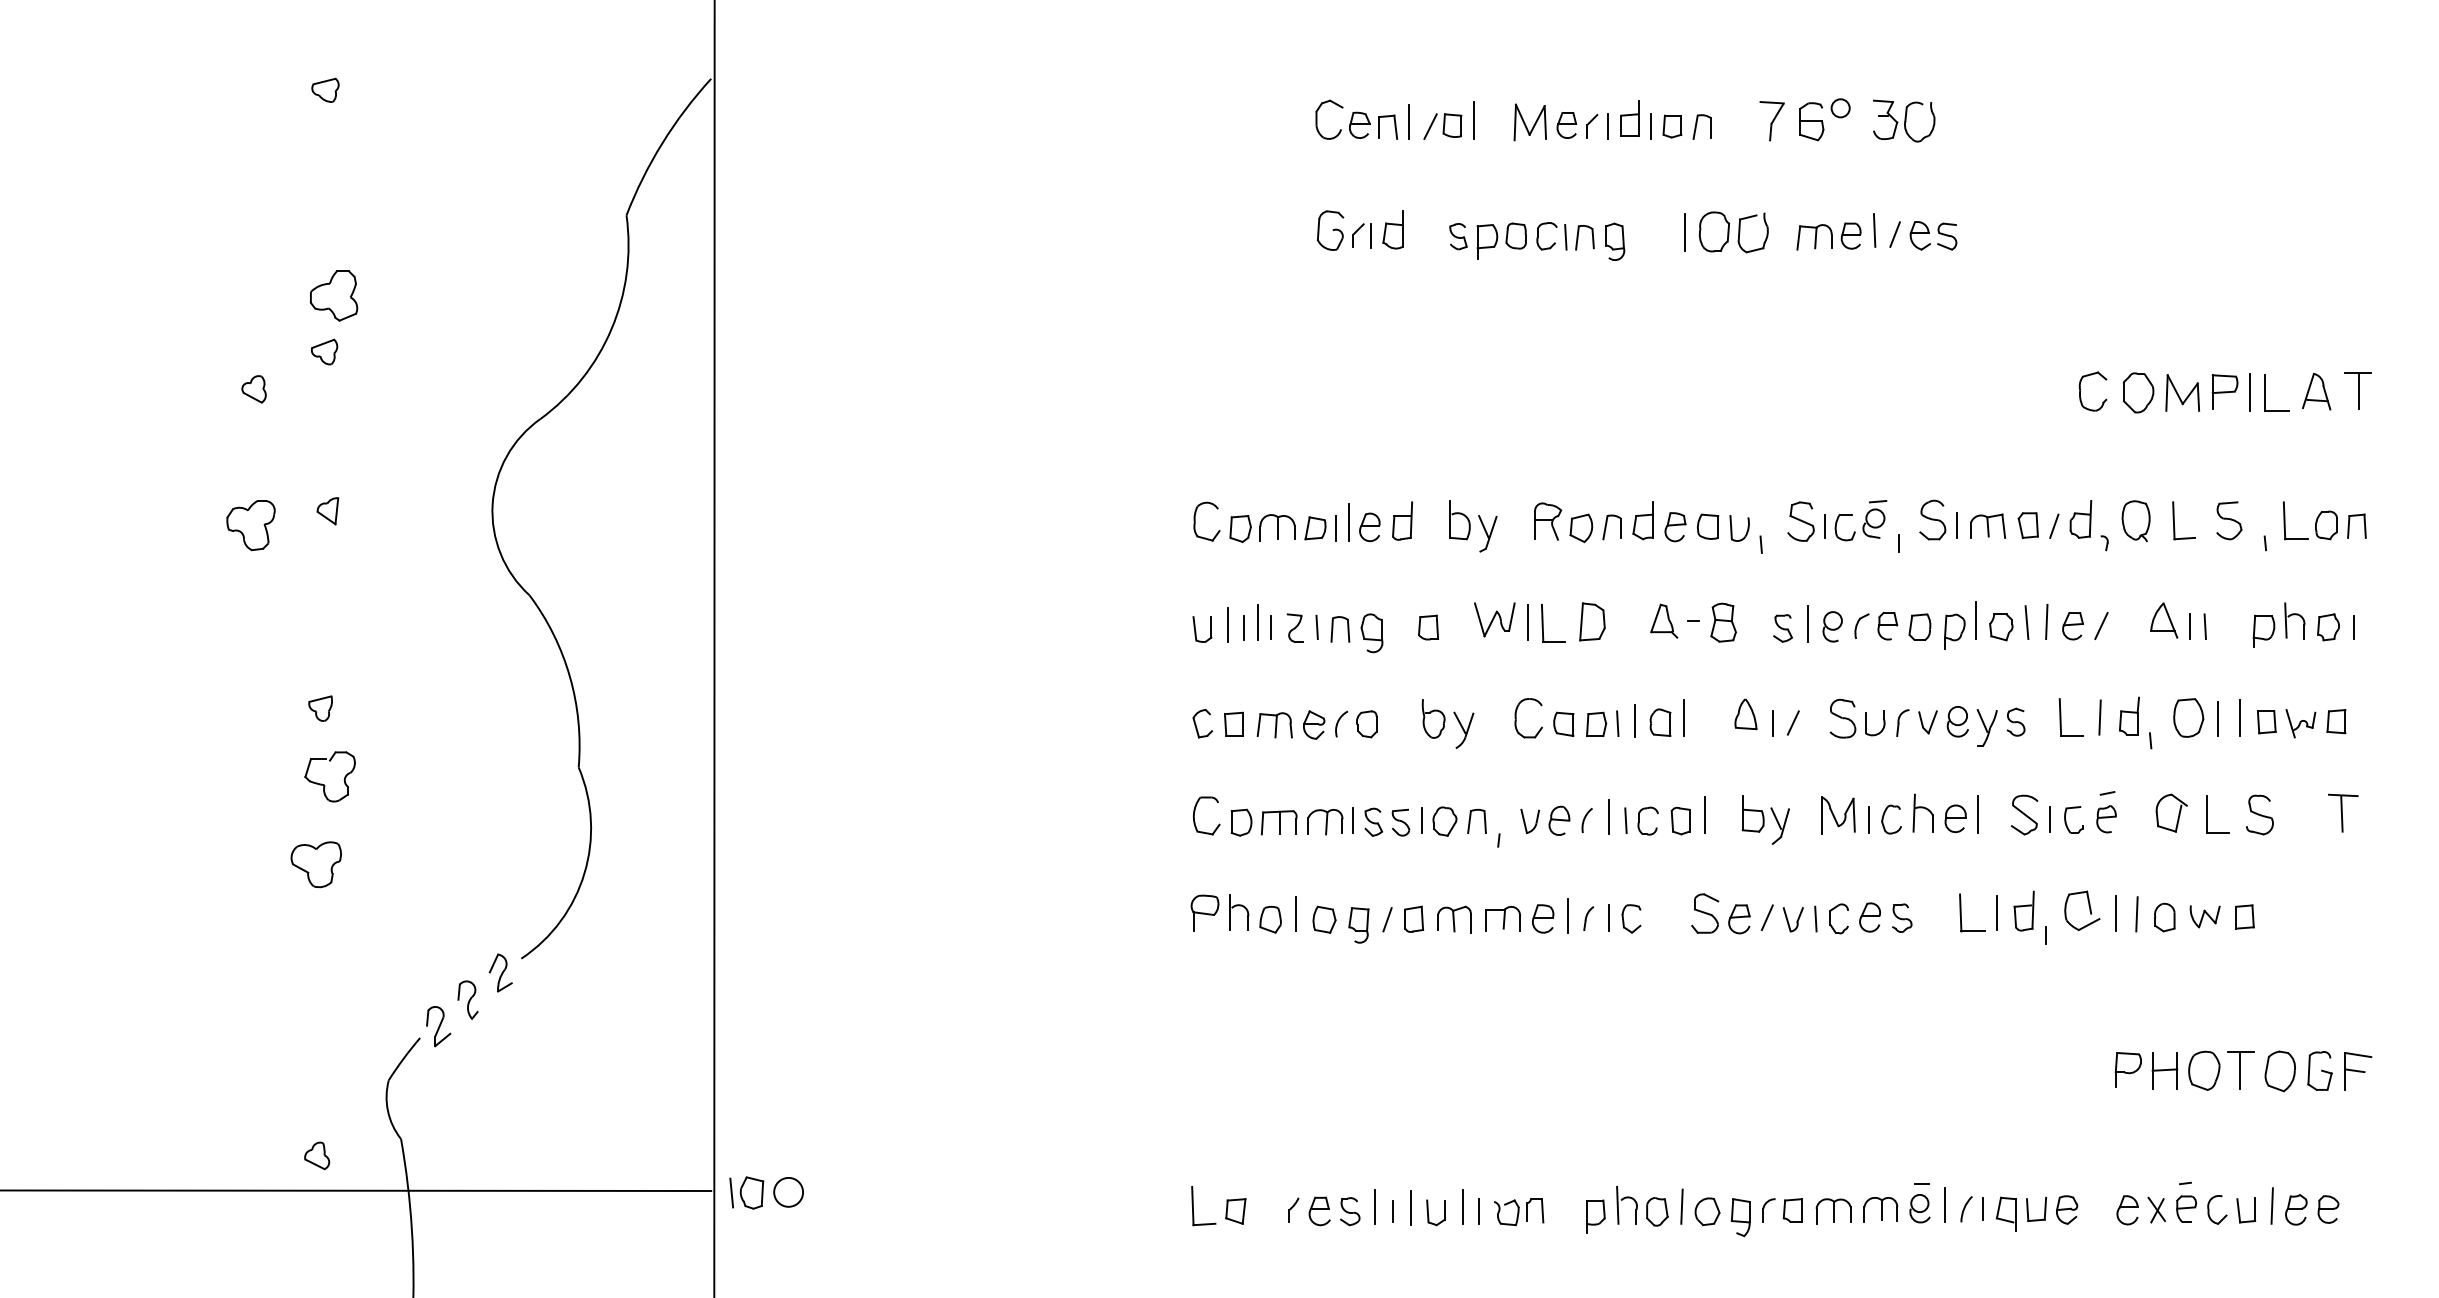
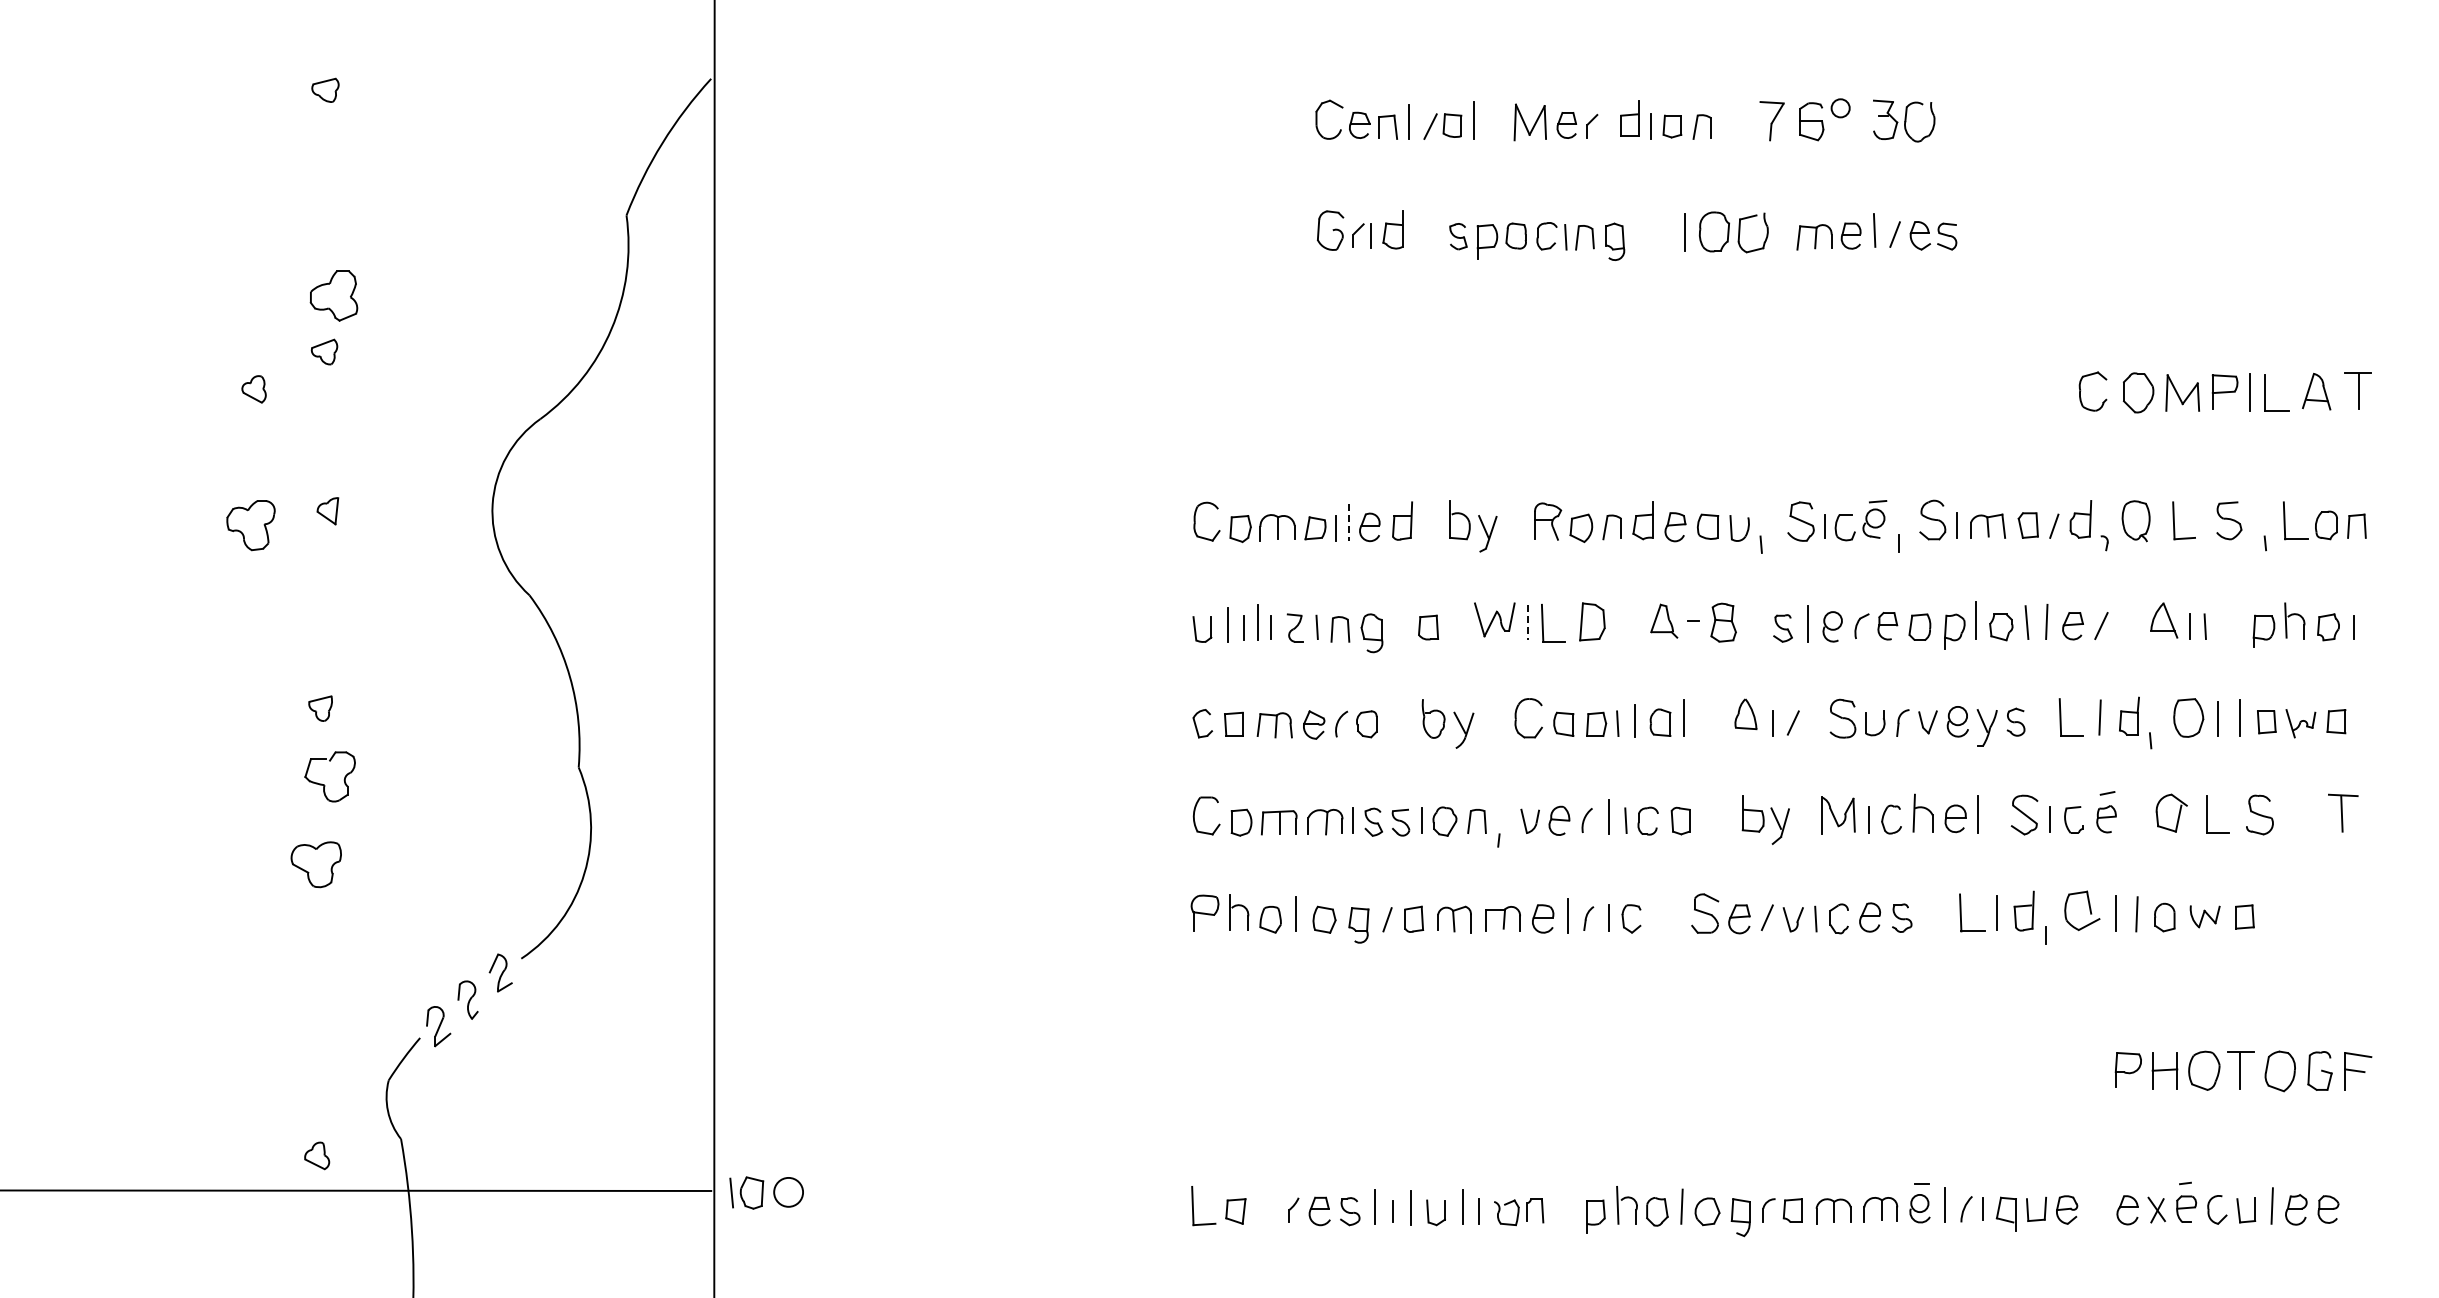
line at (1607, 126): present -> none
line at (1349, 522): solid -> dashed
line at (1528, 622): solid -> dashed
line at (1704, 815): present -> none
